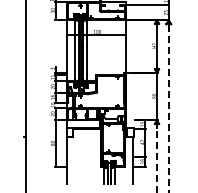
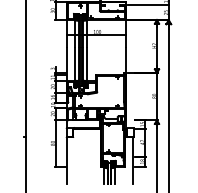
line at (168, 108): dashed -> solid
line at (156, 158): dashed -> solid
